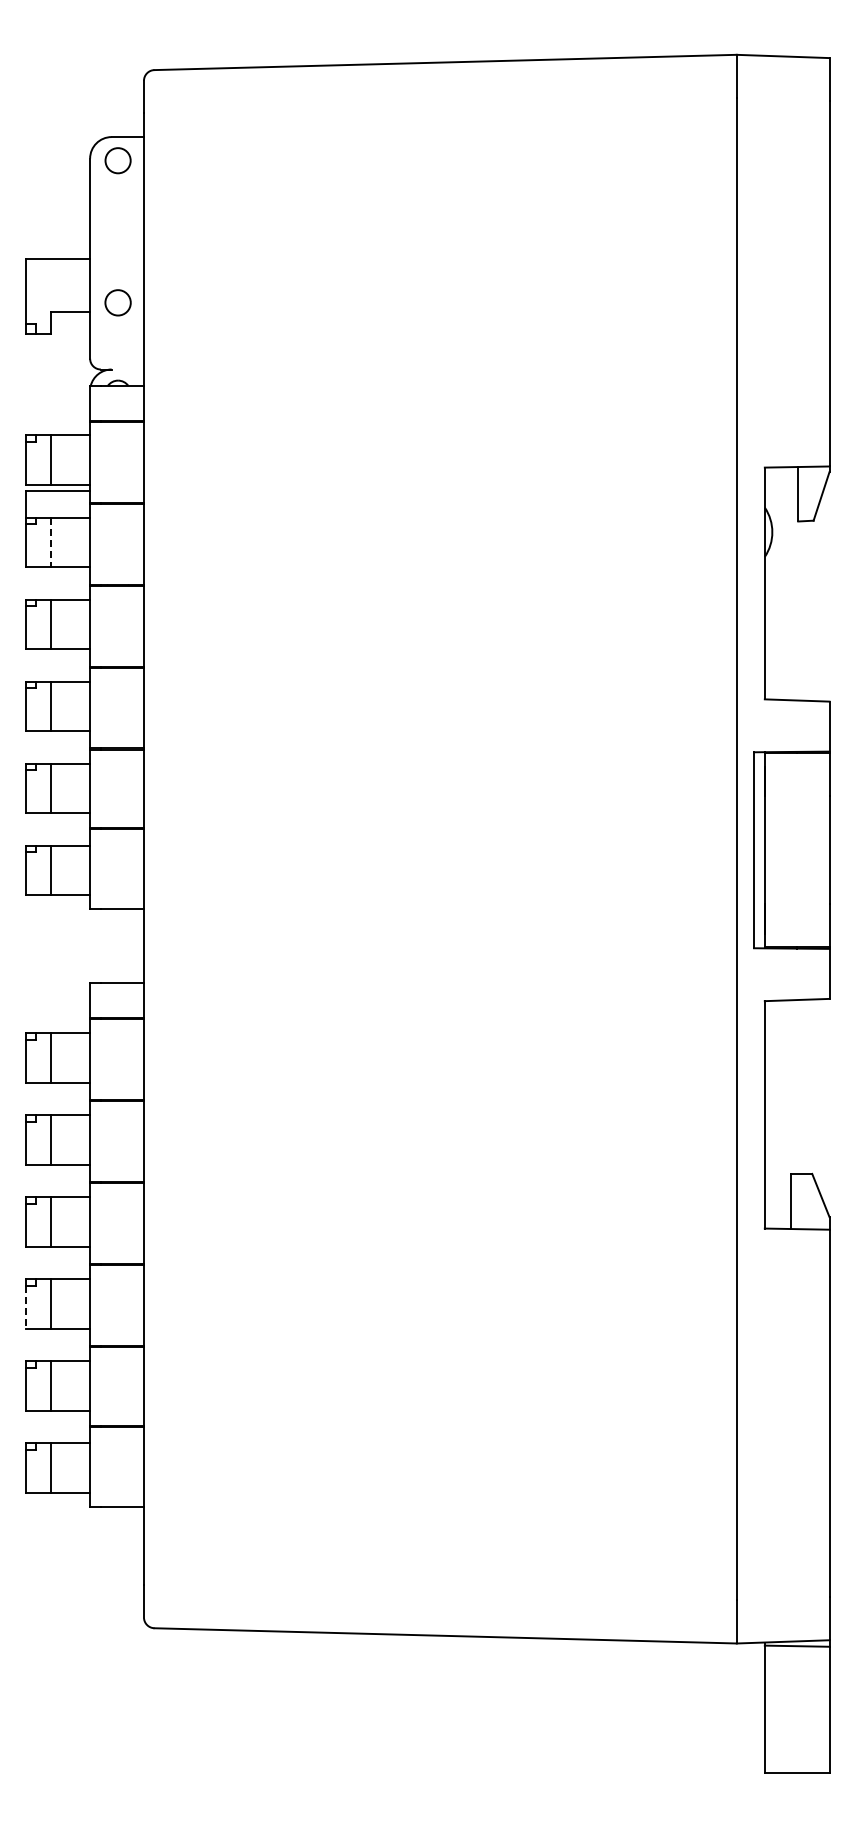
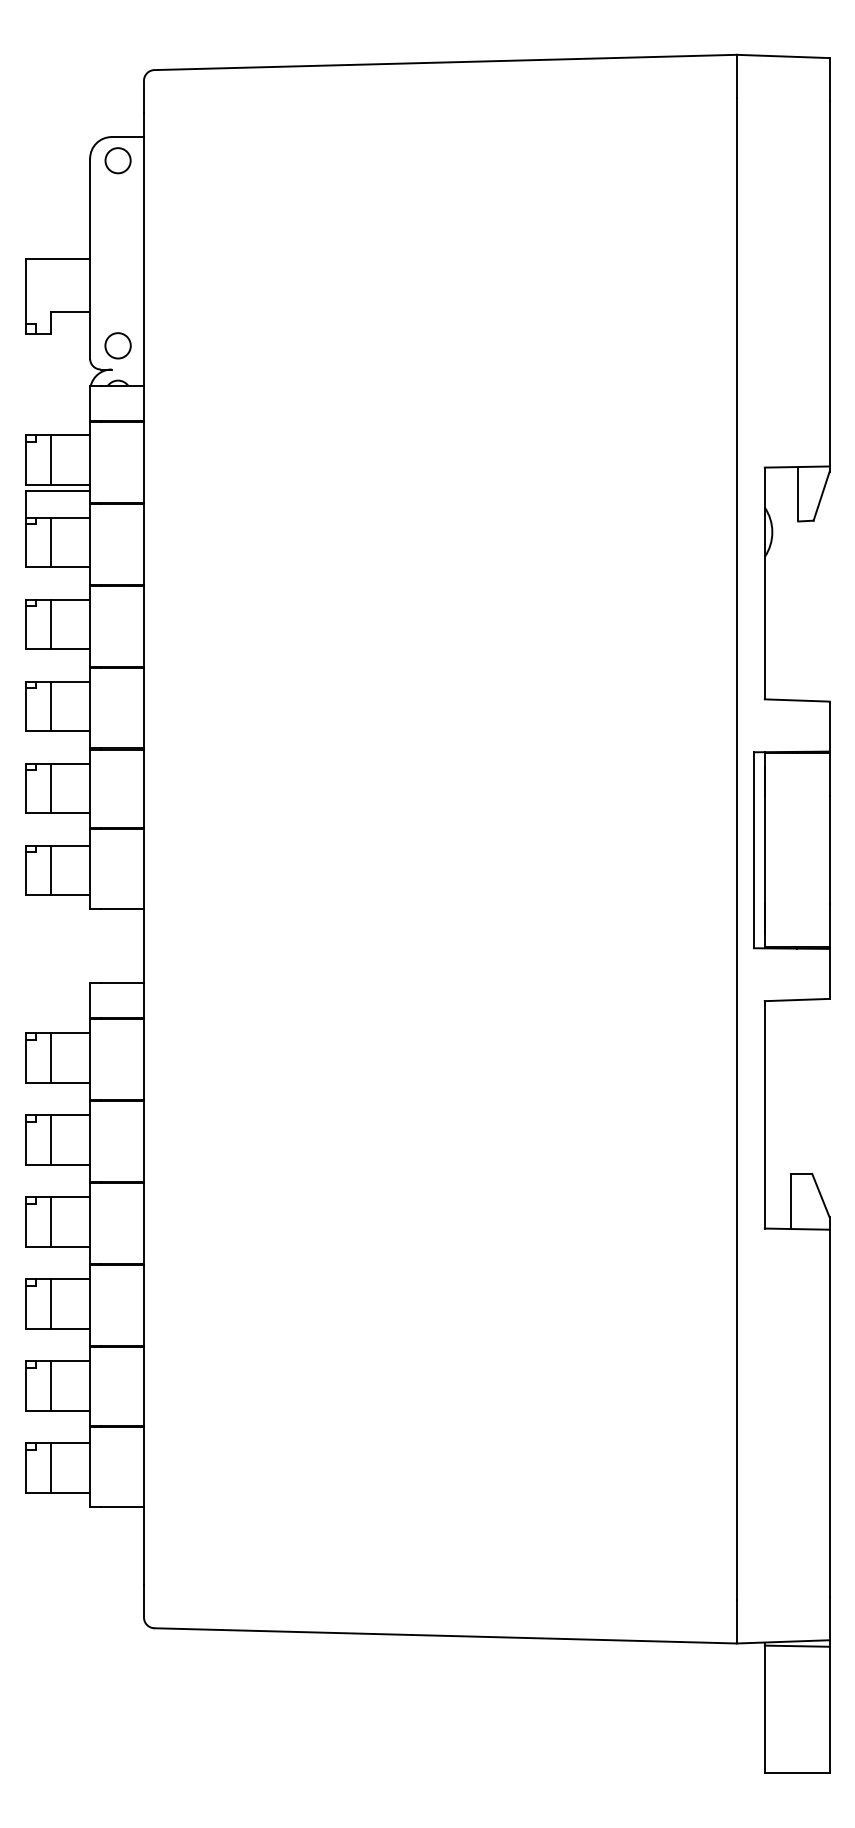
circle at (117, 302) position: (117, 302) -> (117, 345)
line at (51, 542): dashed -> solid
line at (25, 1307): dashed -> solid
